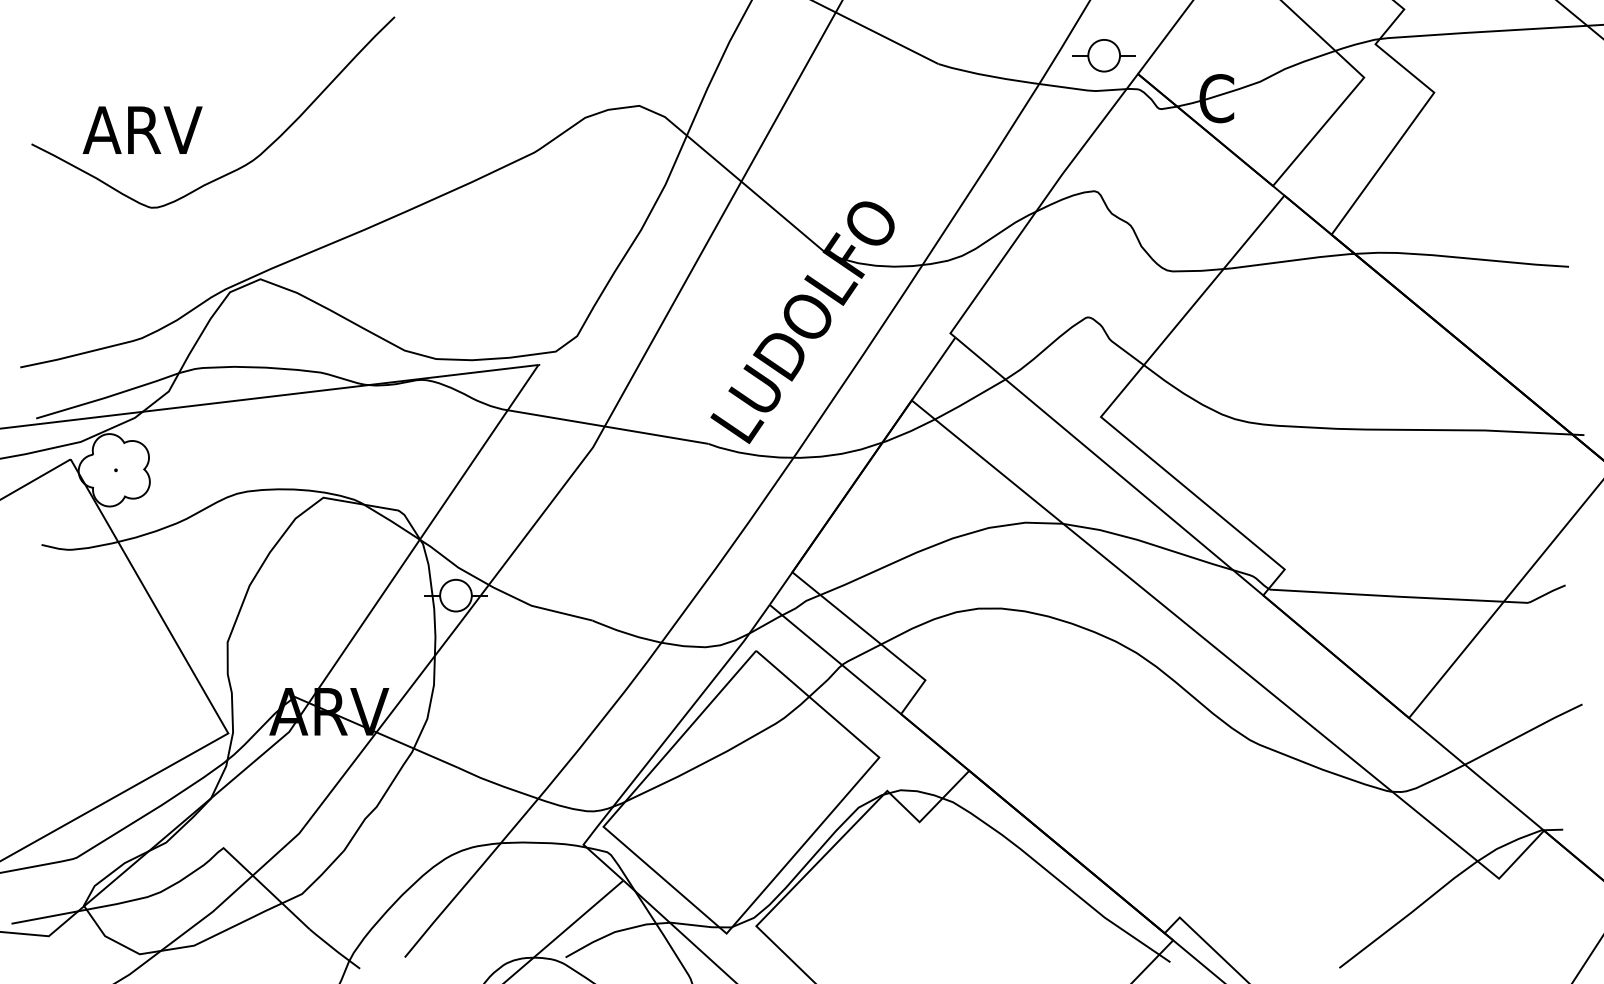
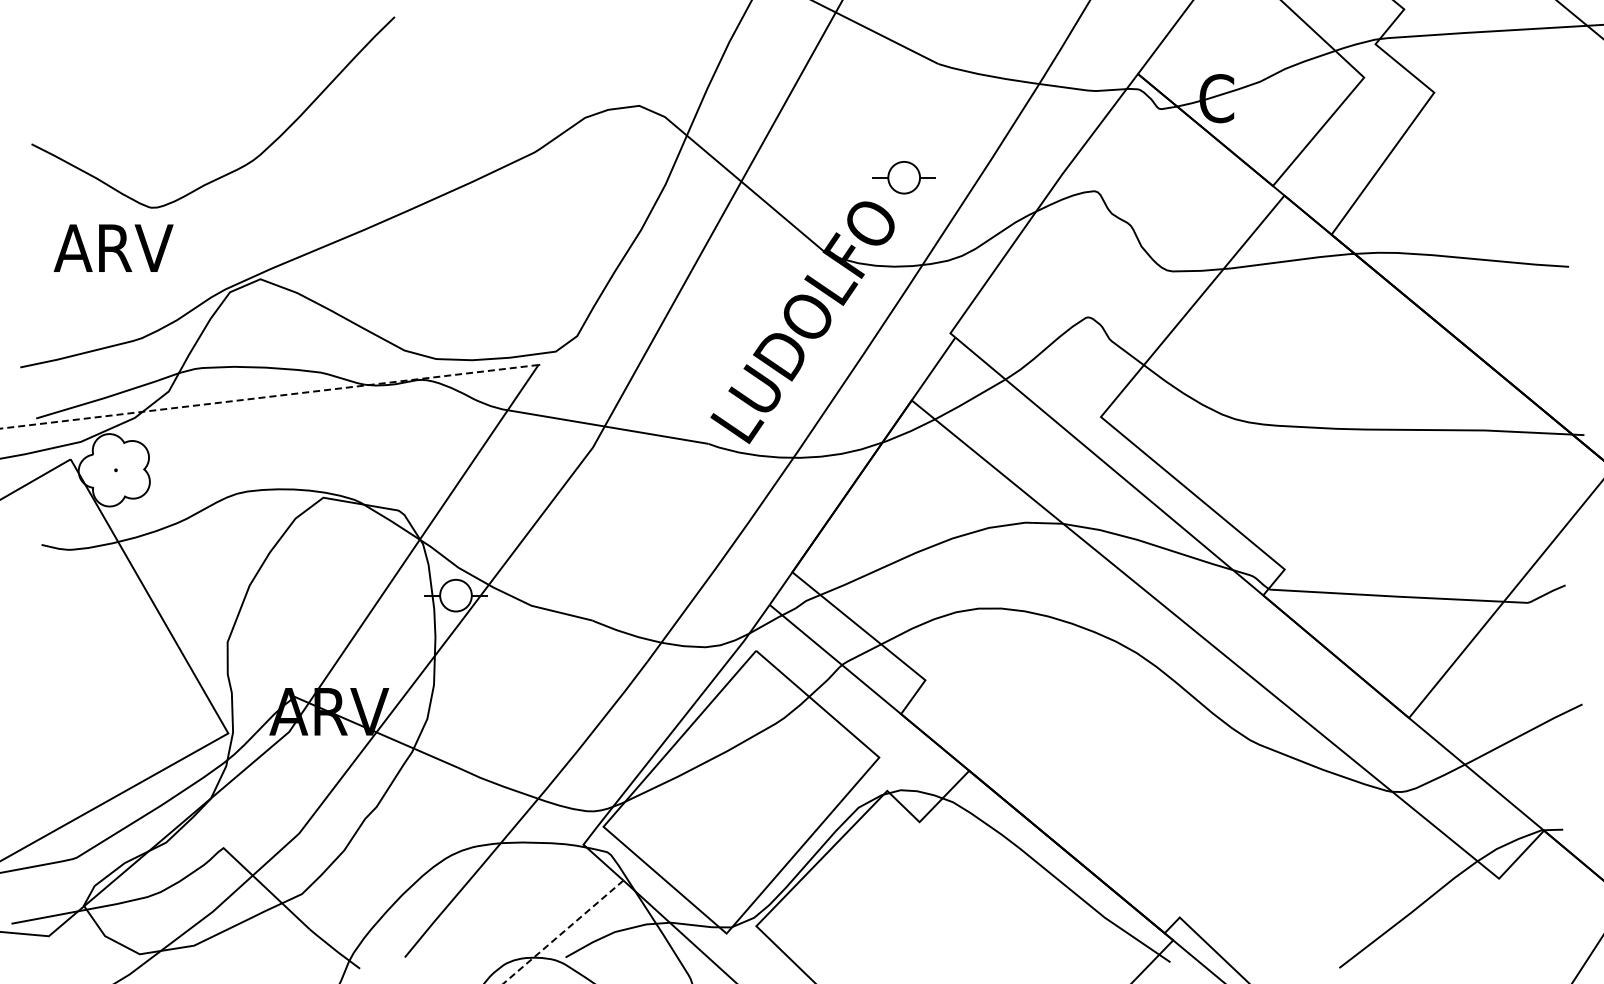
part at (1103, 55) position: (1103, 55) -> (903, 177)
text at (142, 129) position: (142, 129) -> (113, 247)
line at (269, 396): solid -> dashed
line at (562, 932): solid -> dashed
